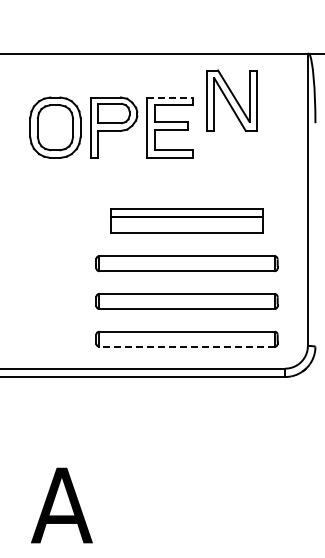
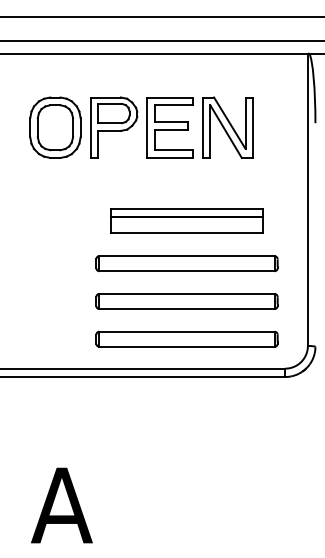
line at (161, 16): none -> present
line at (161, 41): none -> present
line at (170, 97): dashed -> solid
part at (231, 100) position: (231, 100) -> (227, 127)
line at (187, 346): dashed -> solid
